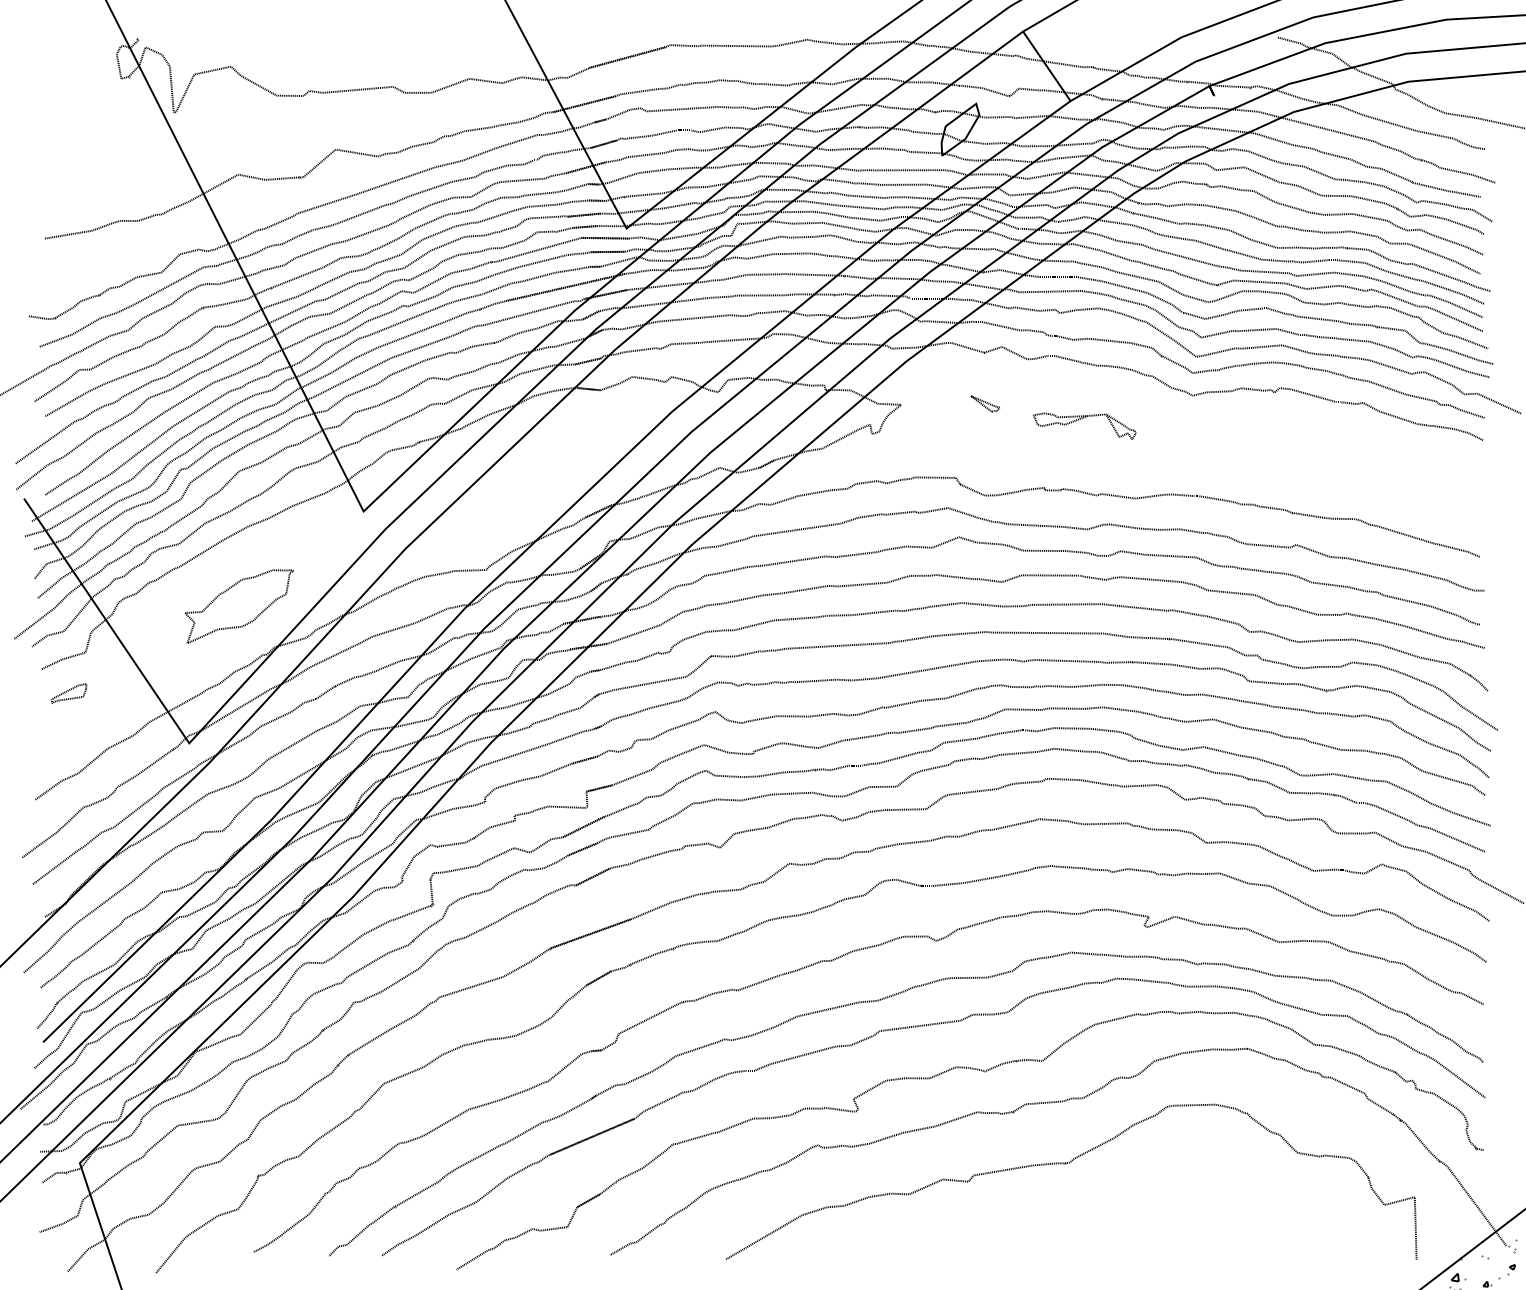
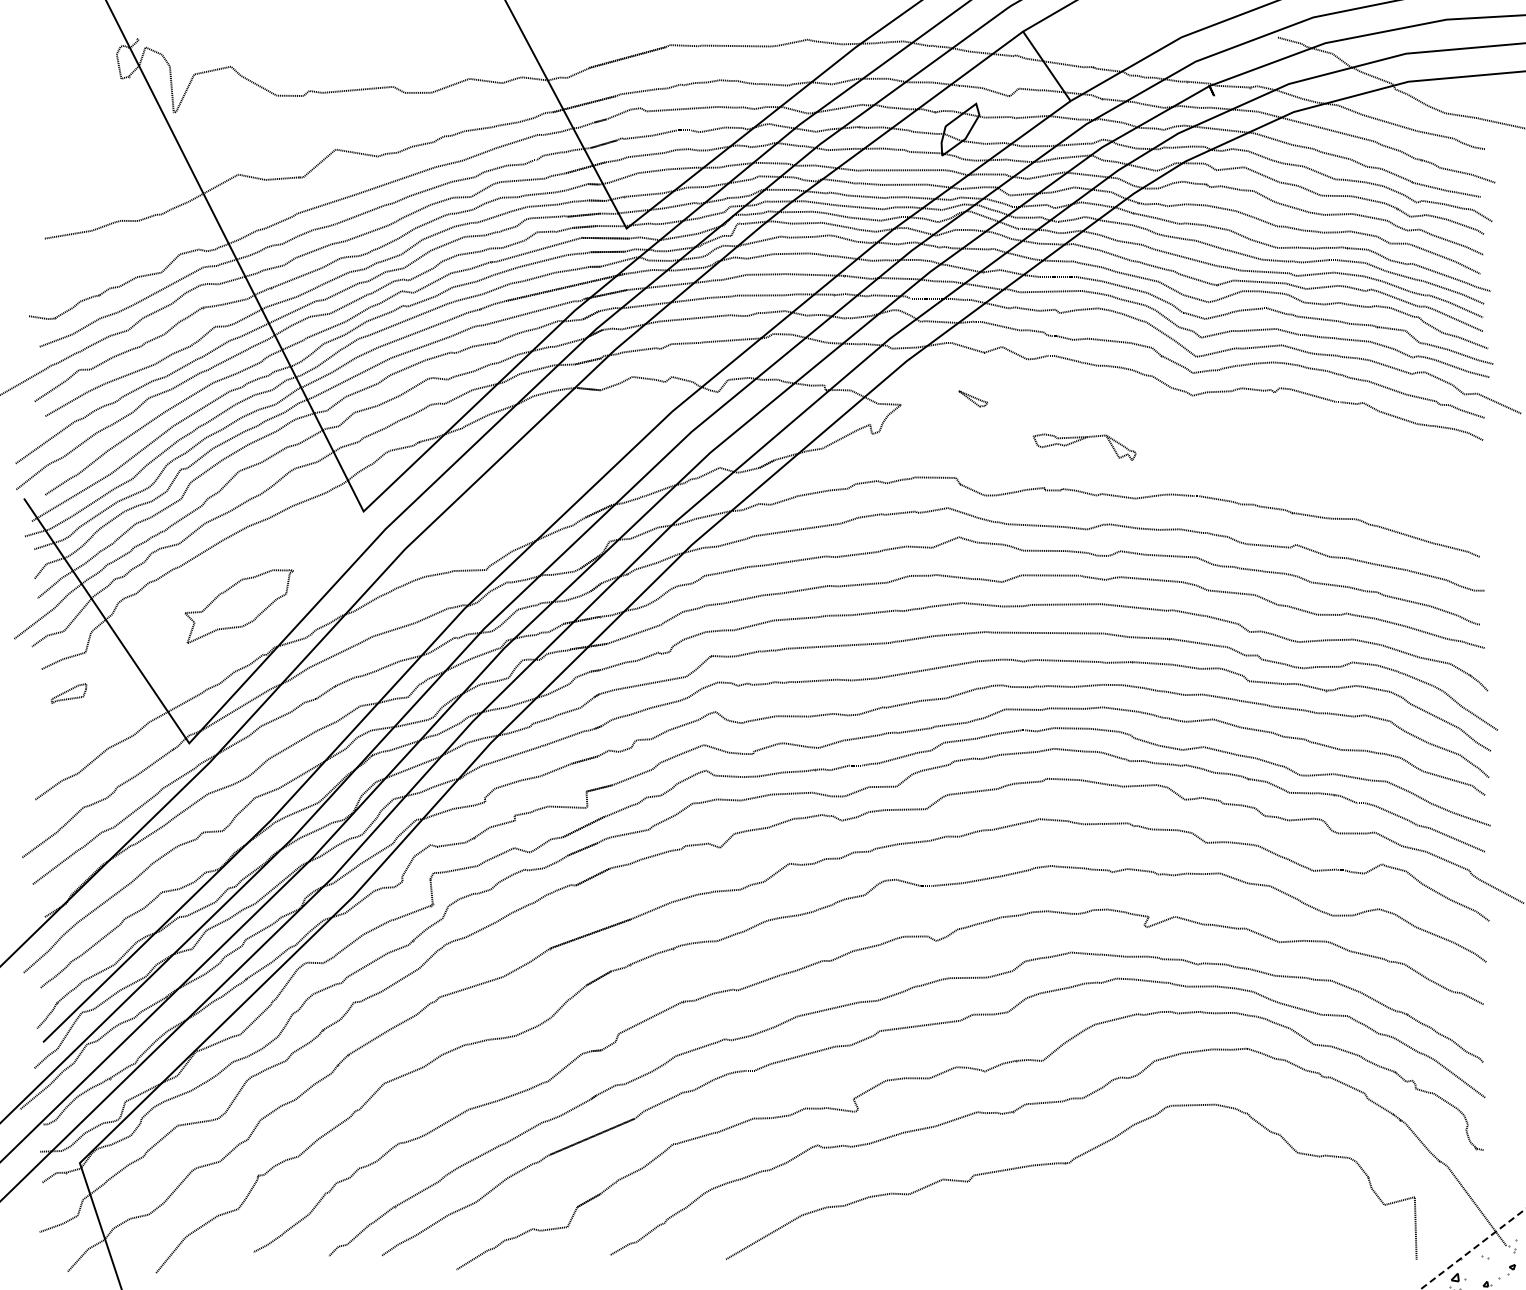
part at (984, 403) position: (984, 403) -> (972, 398)
curve at (1084, 418) position: (1084, 418) -> (1084, 439)
line at (1472, 1249): solid -> dashed
